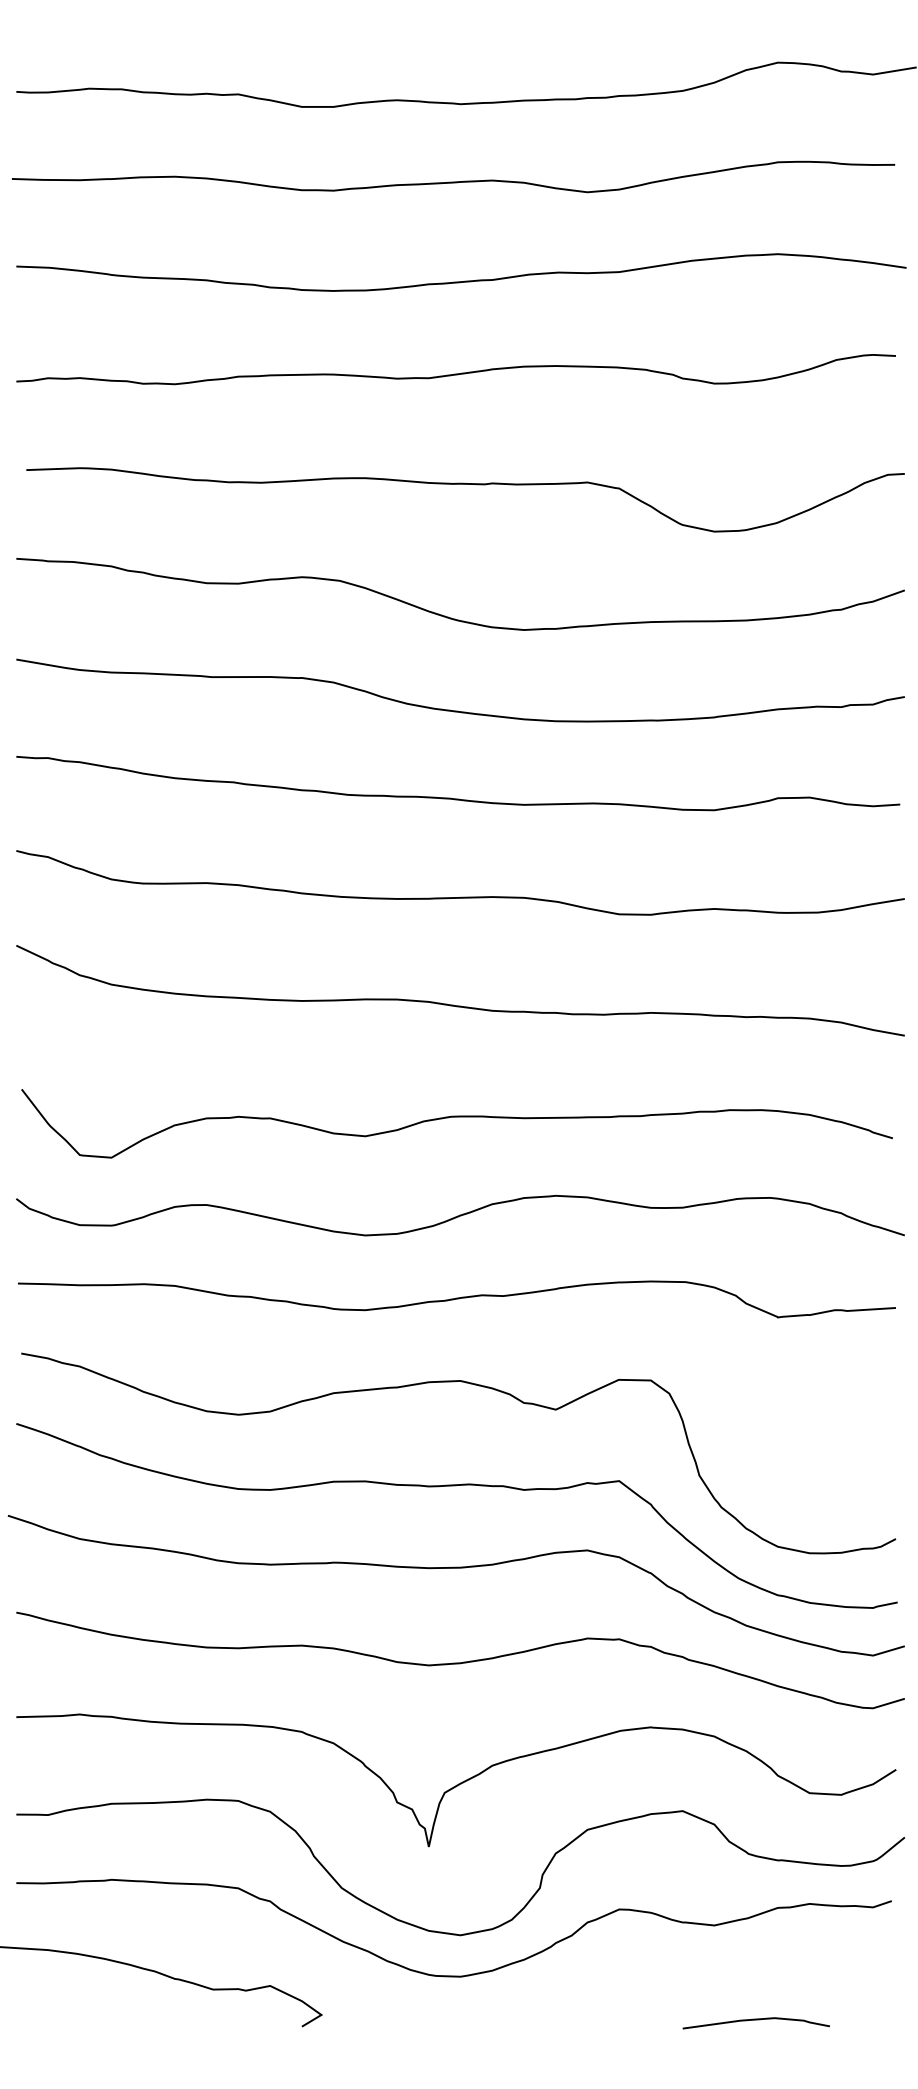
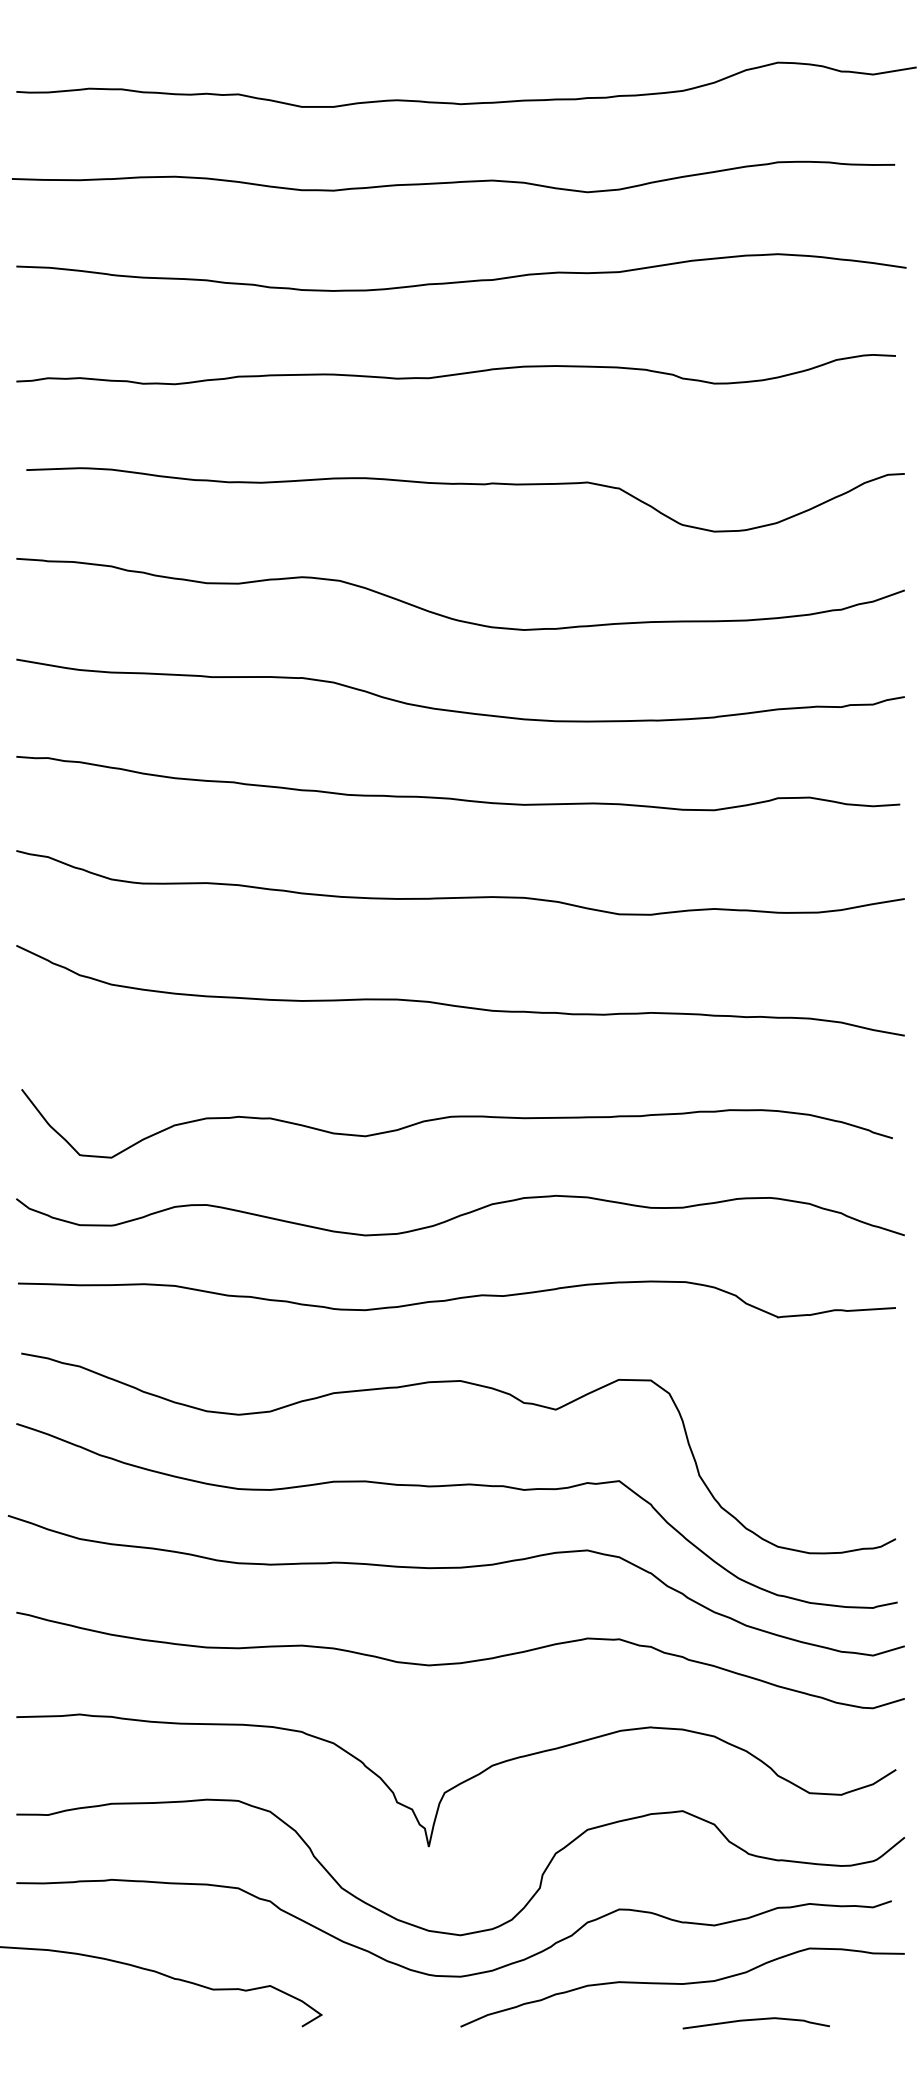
curve at (682, 1984): none -> present
